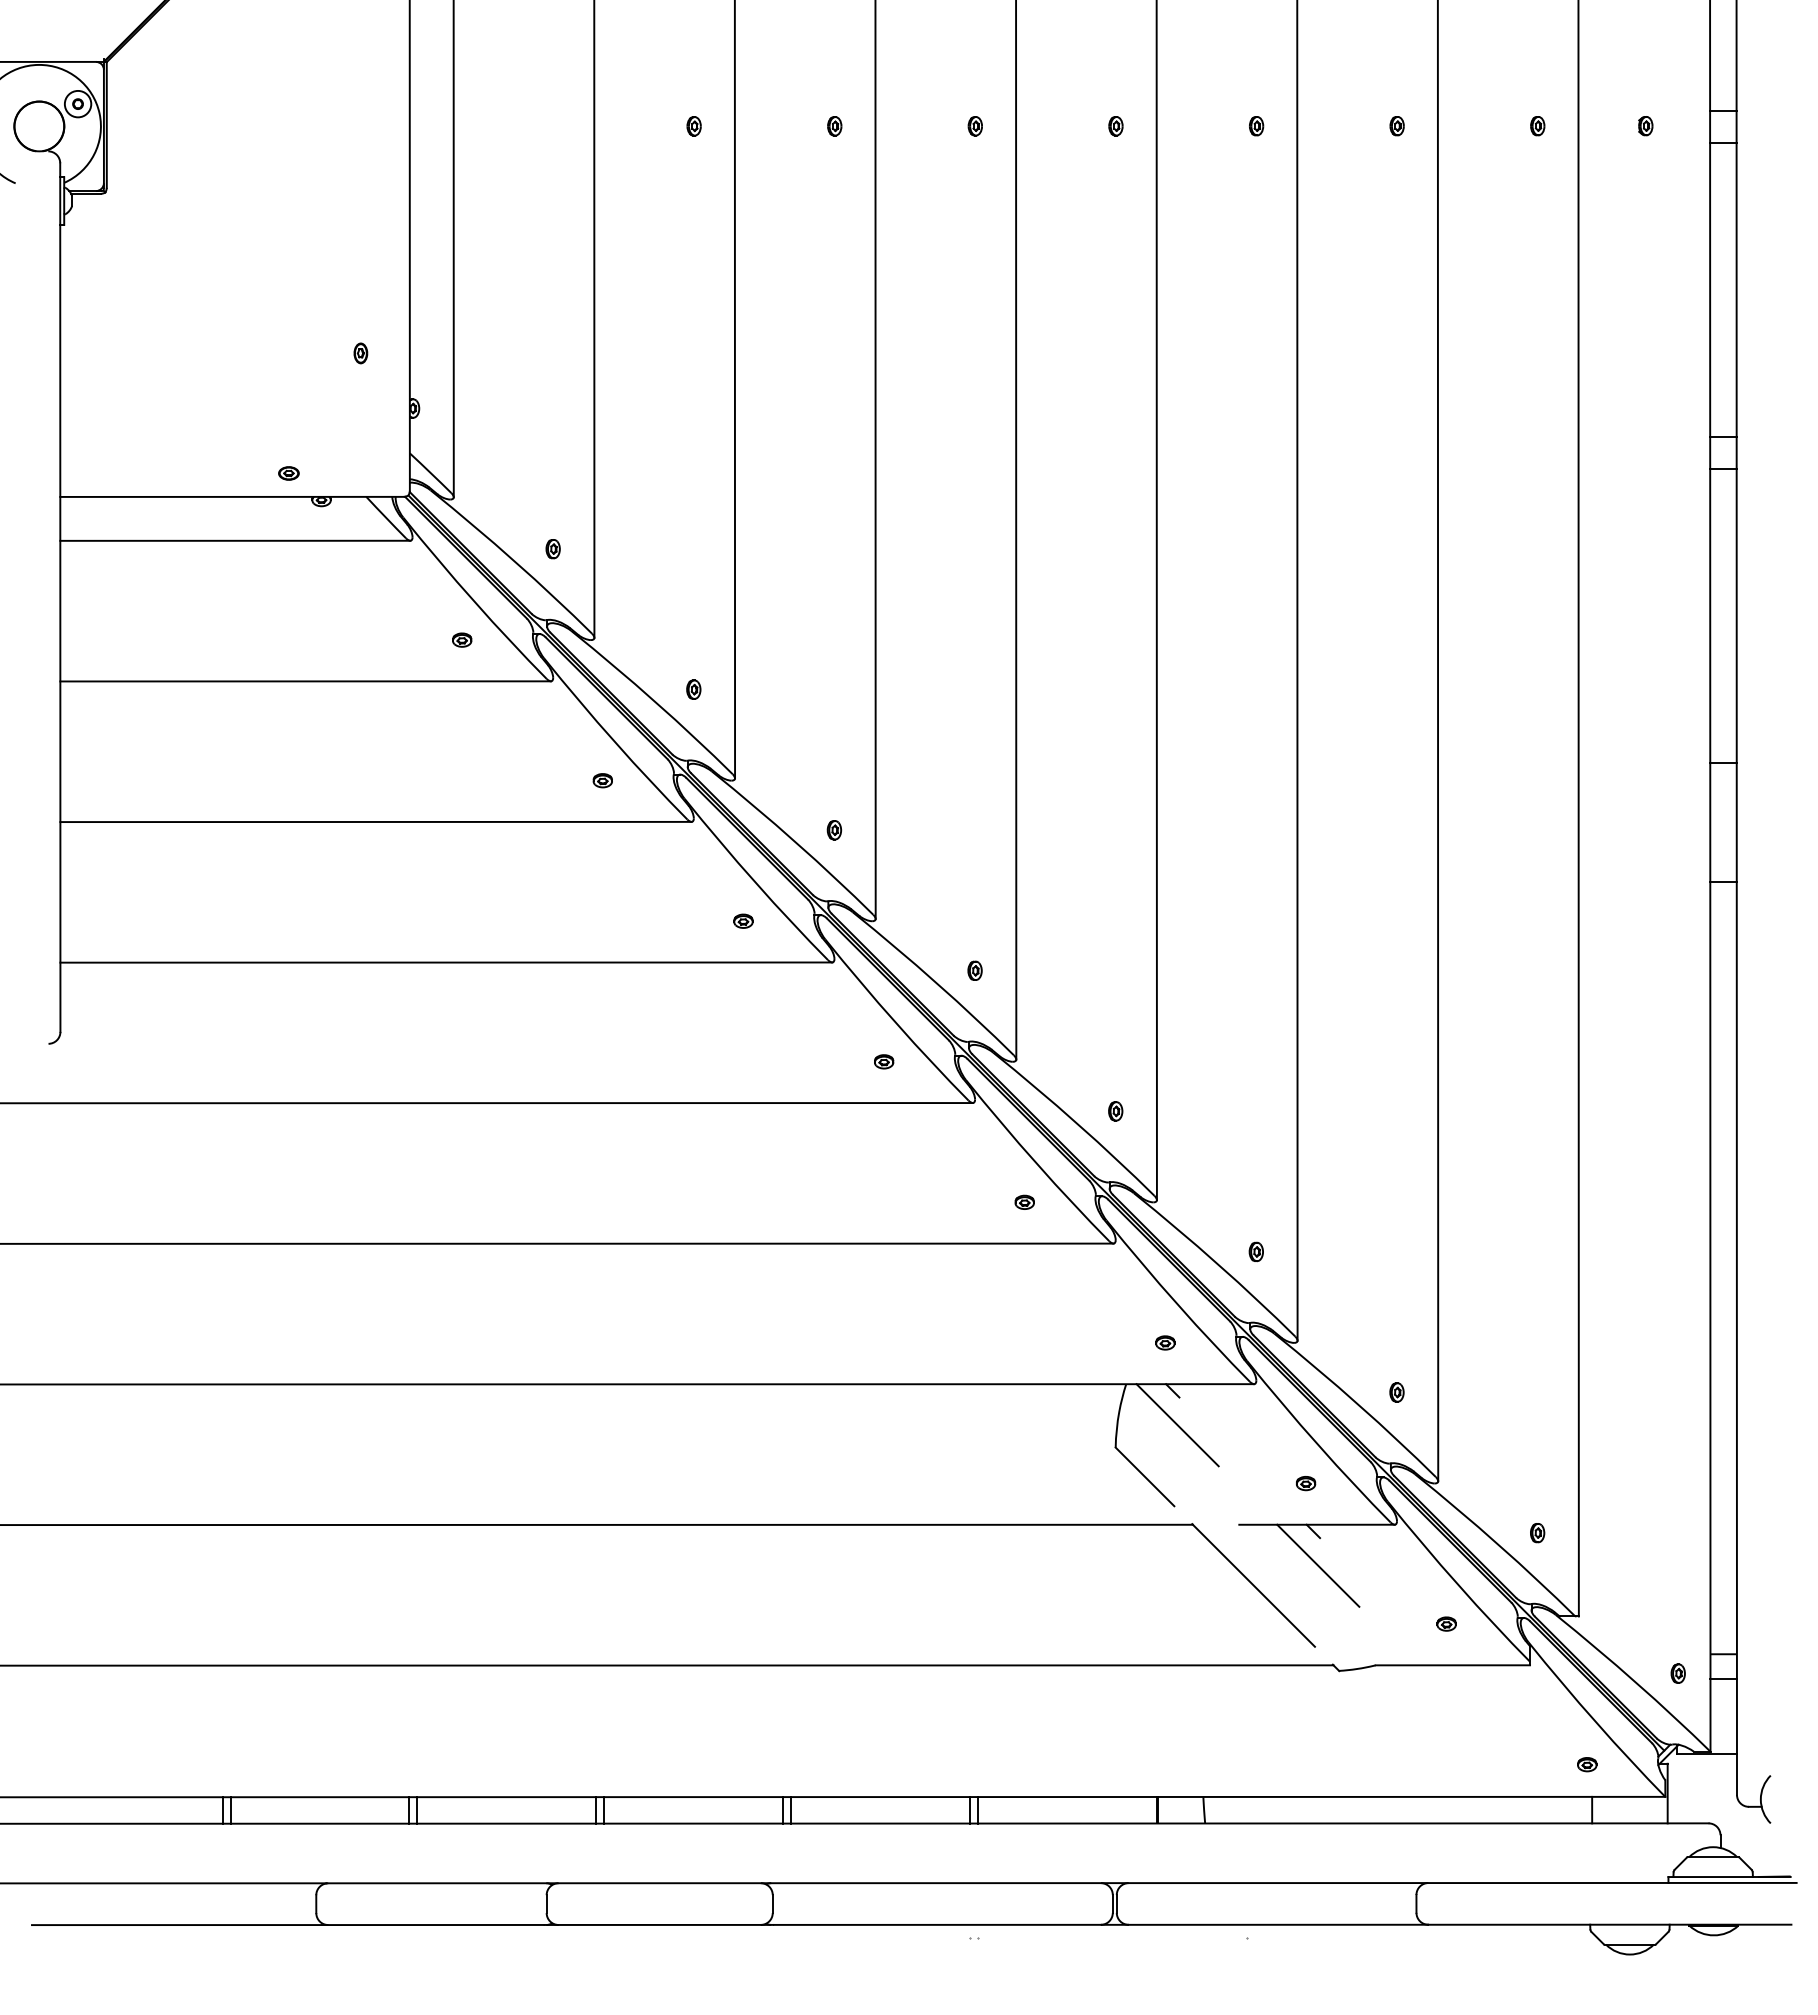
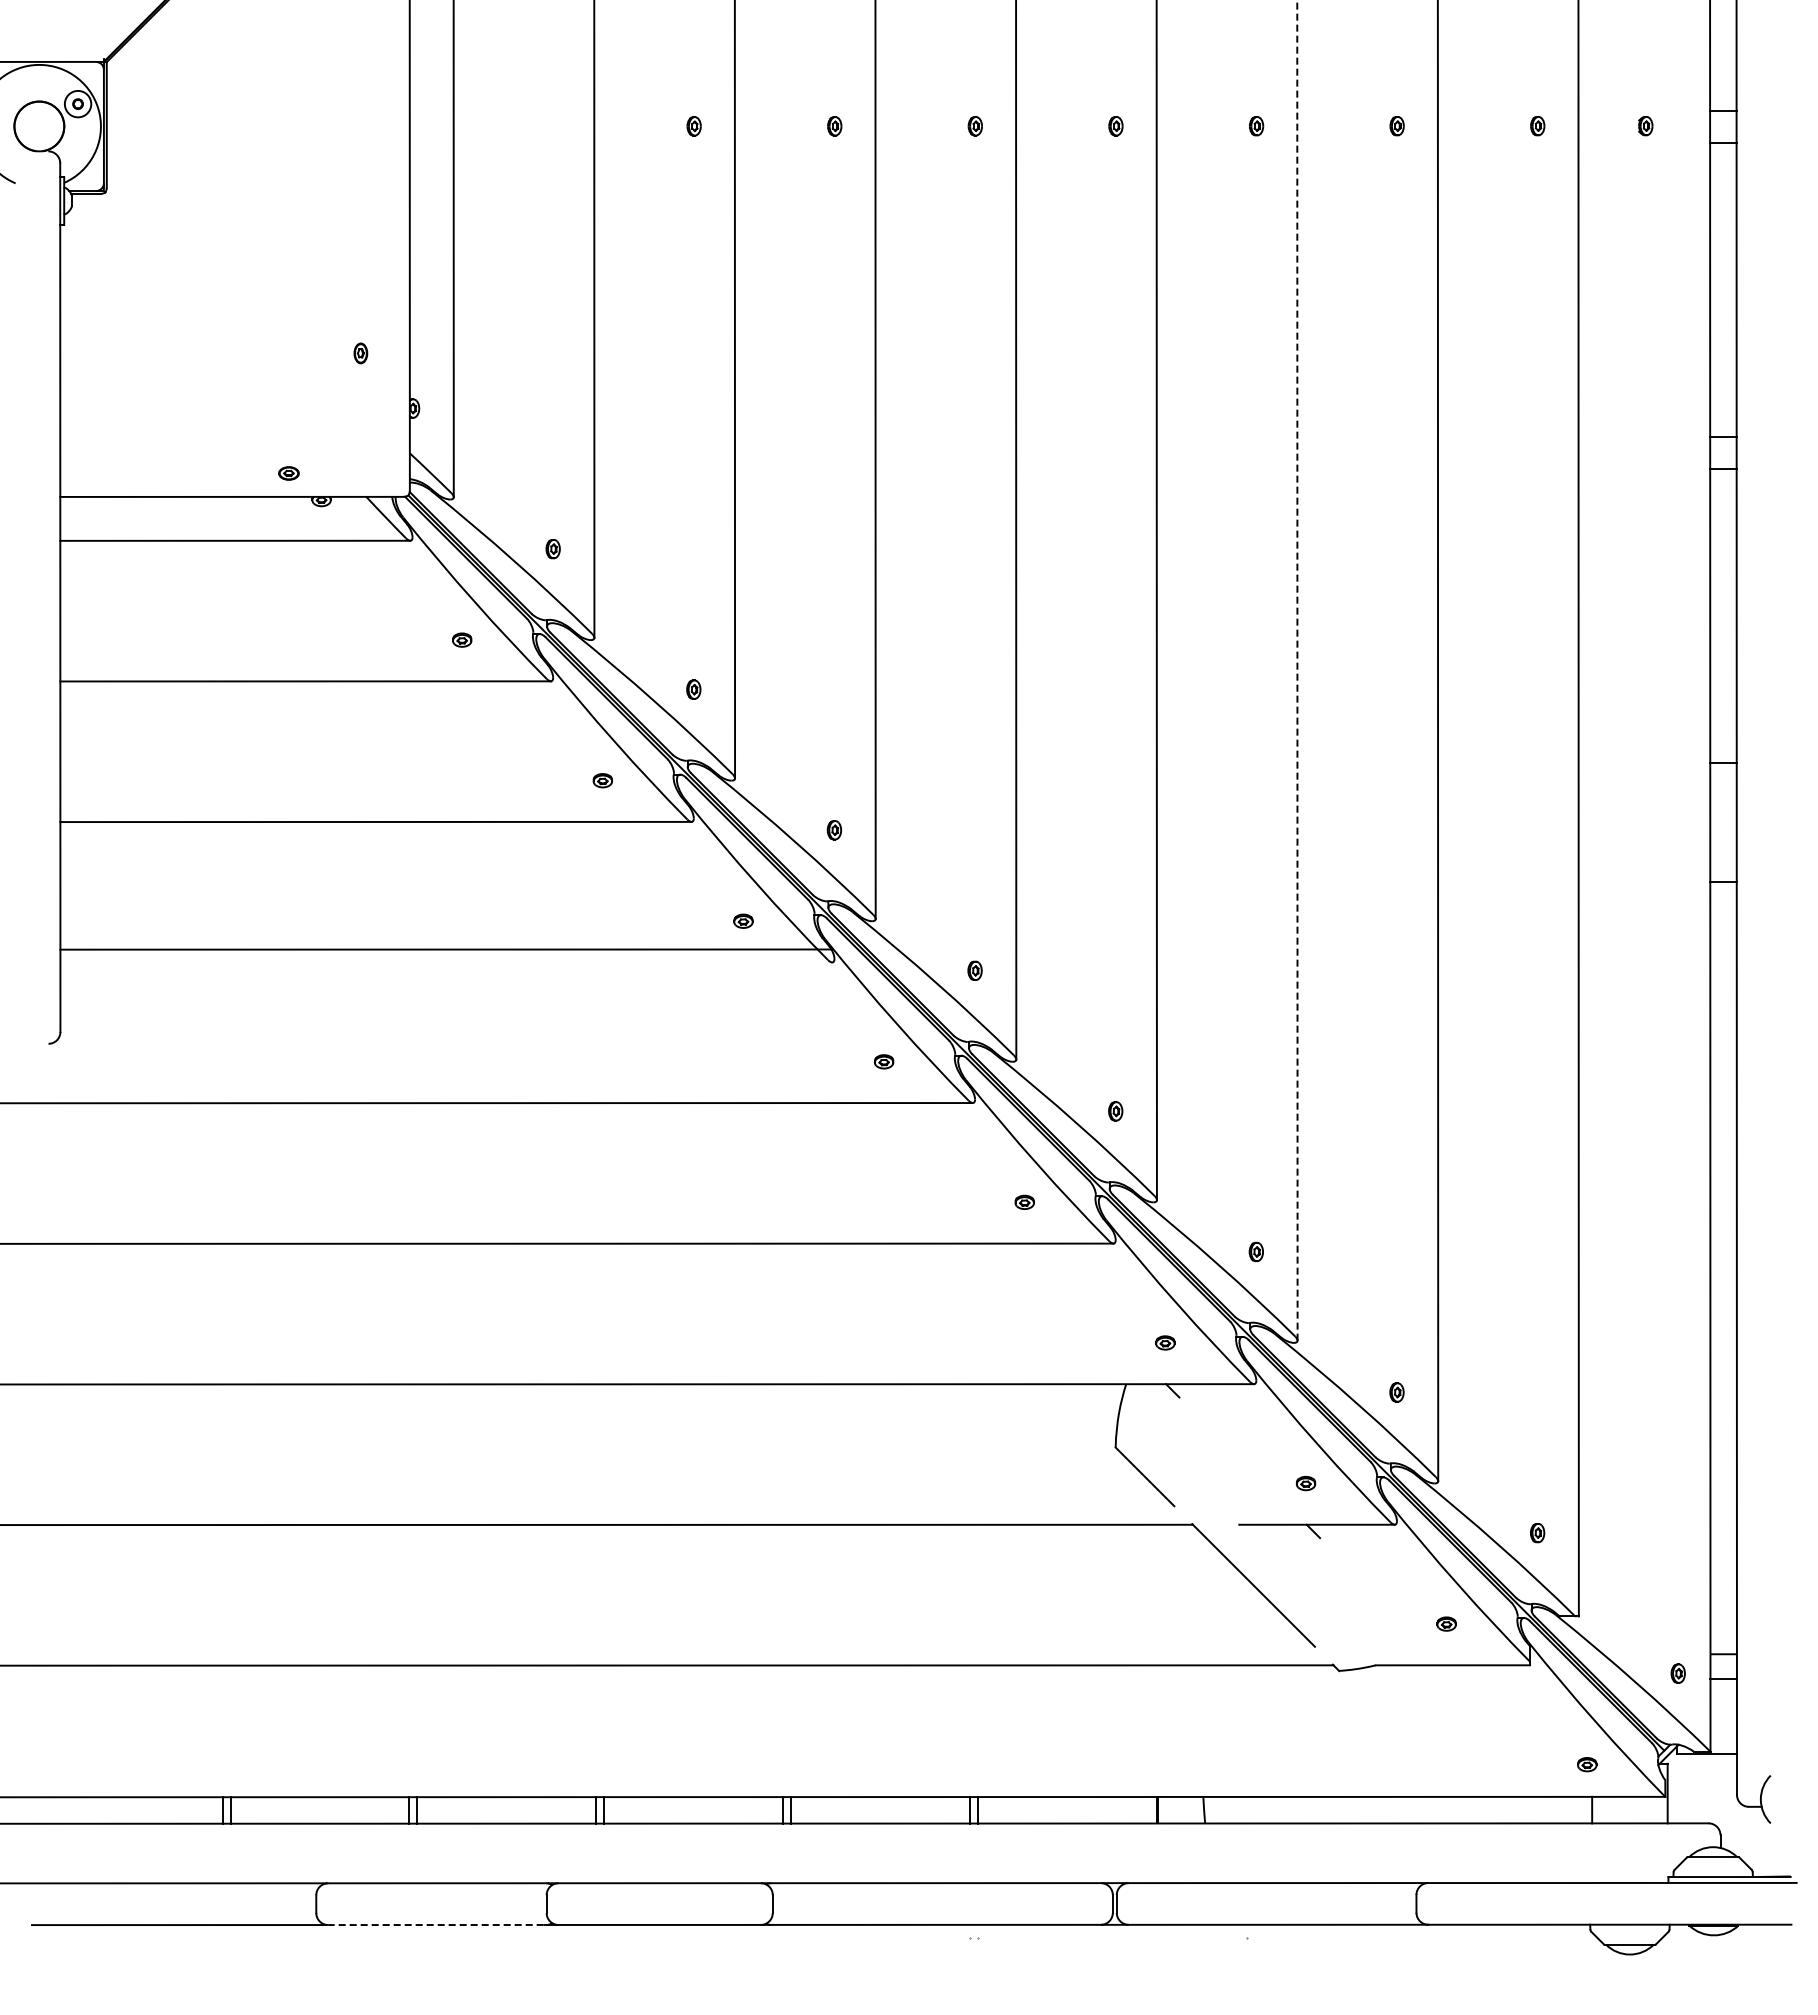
line at (1297, 670): solid -> dashed
line at (446, 962) position: (446, 962) -> (446, 949)
line at (1177, 1425): present -> none
line at (1318, 1565): present -> none
line at (435, 1925): solid -> dashed
